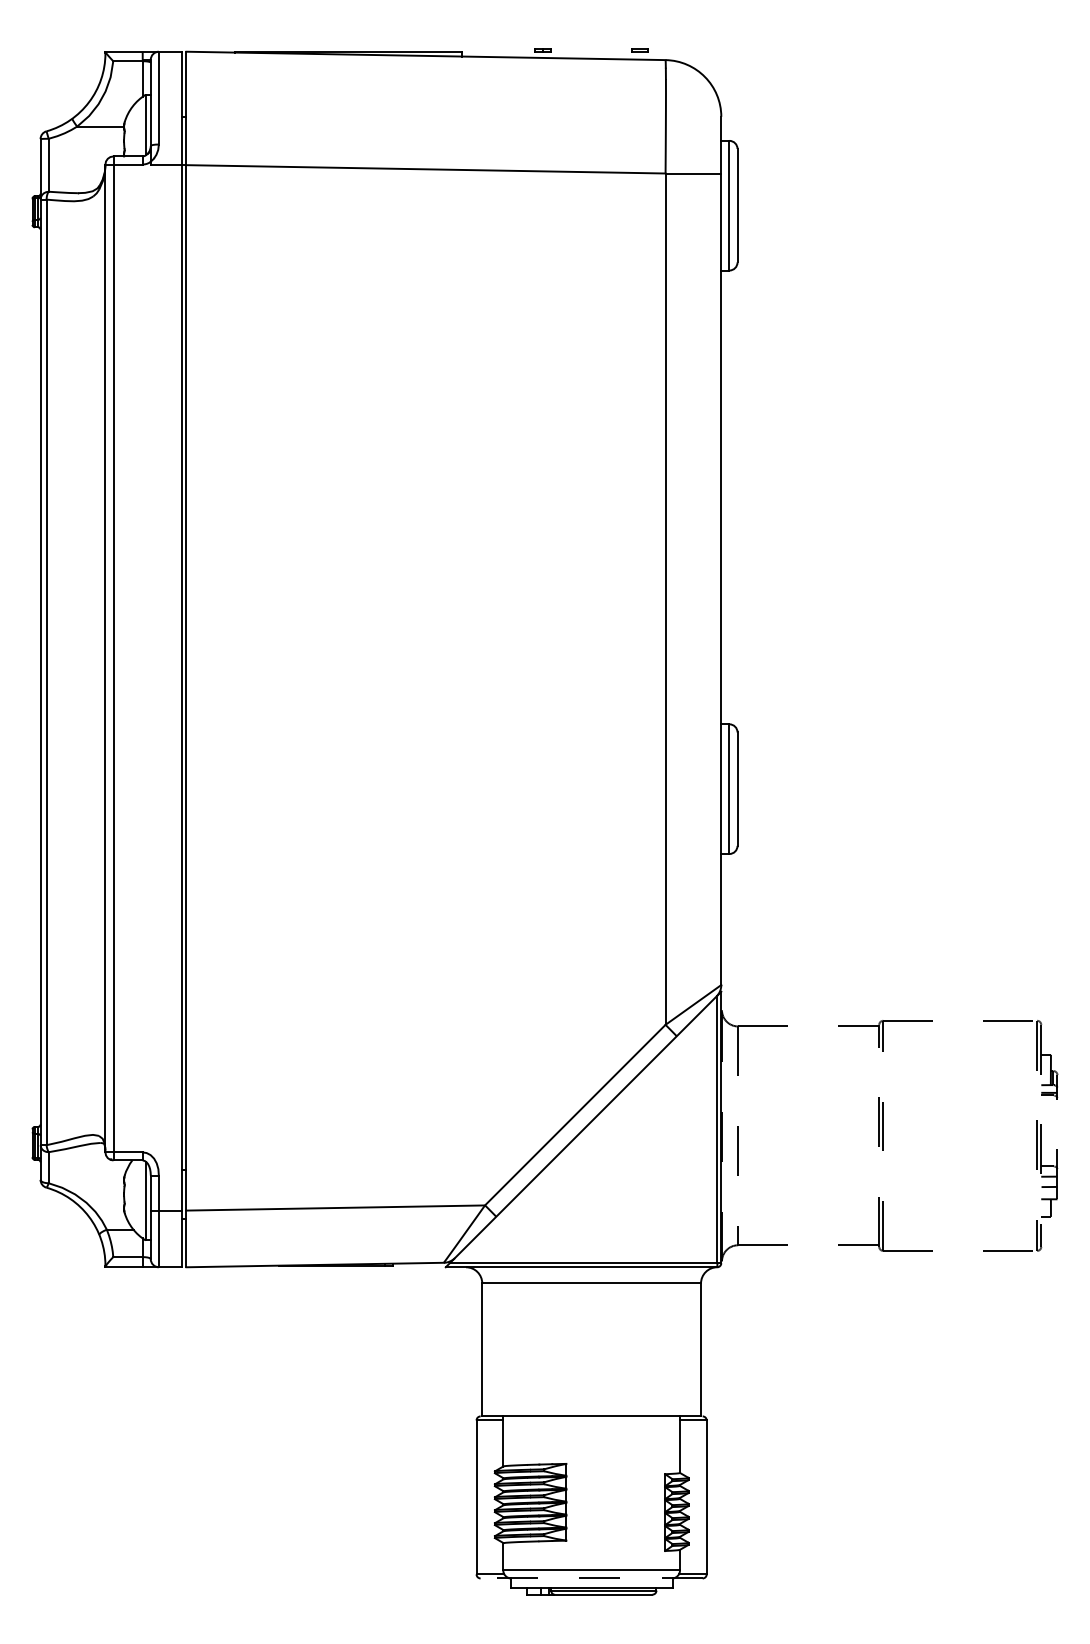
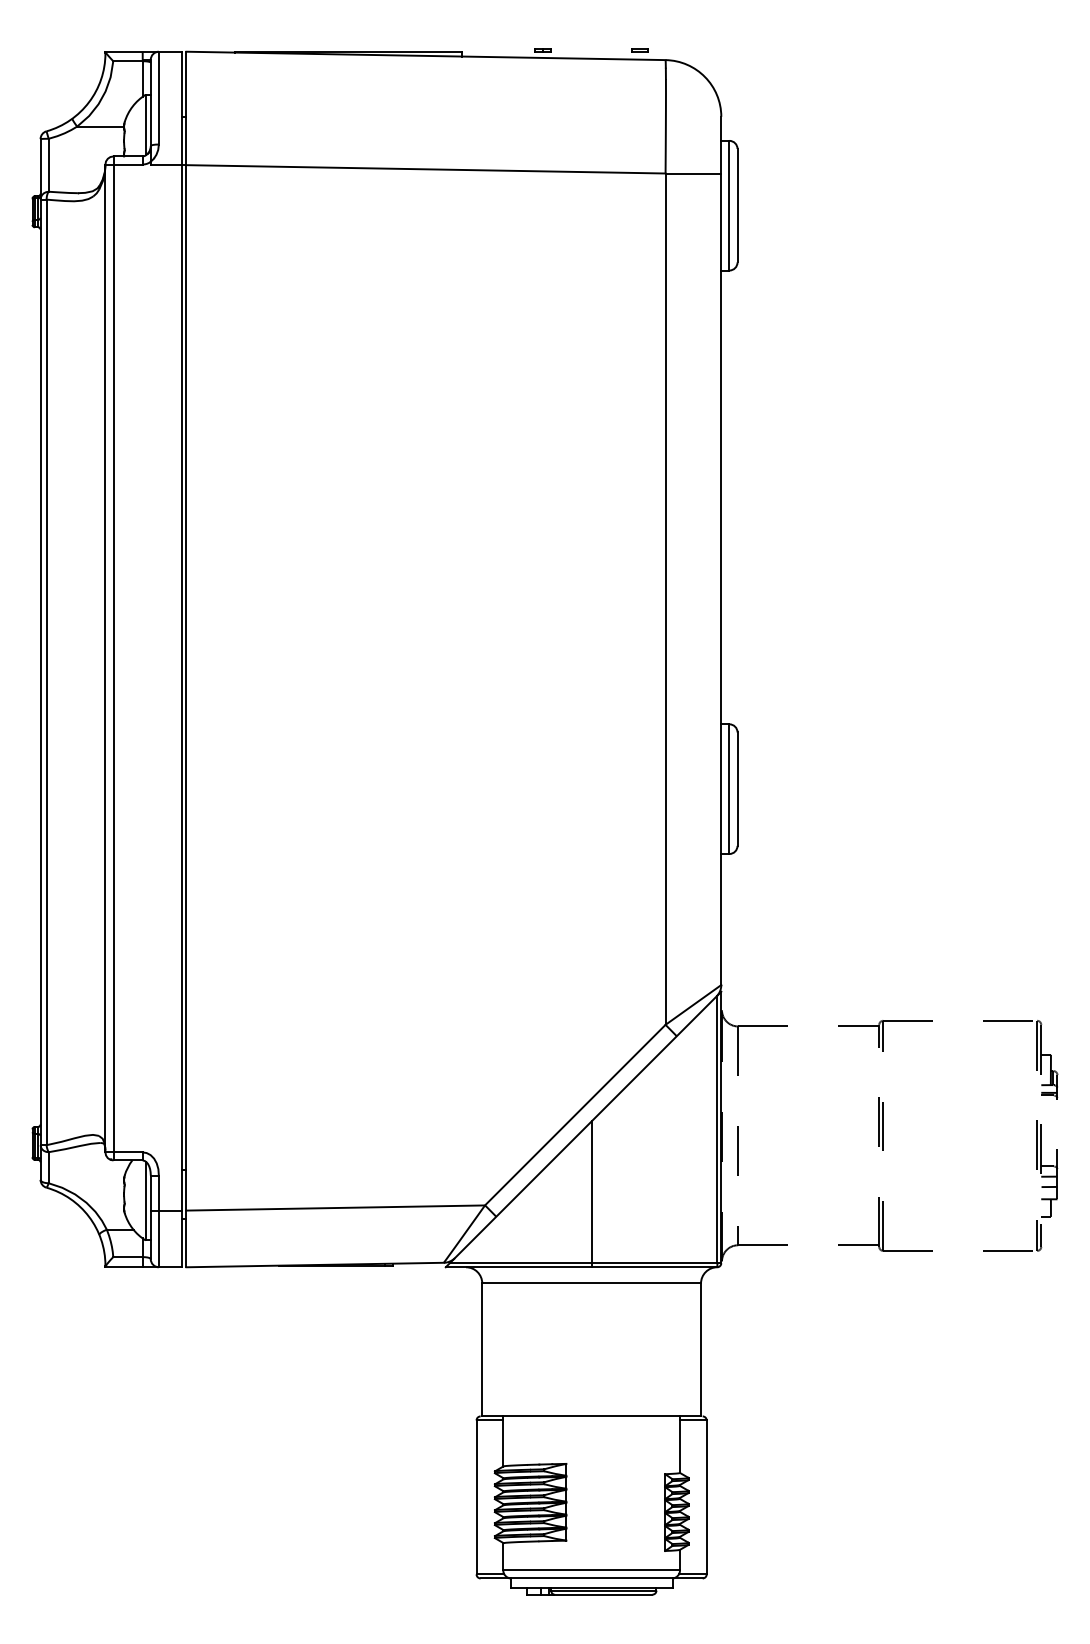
line at (591, 1194): none -> present
line at (591, 1578): dashed -> solid
